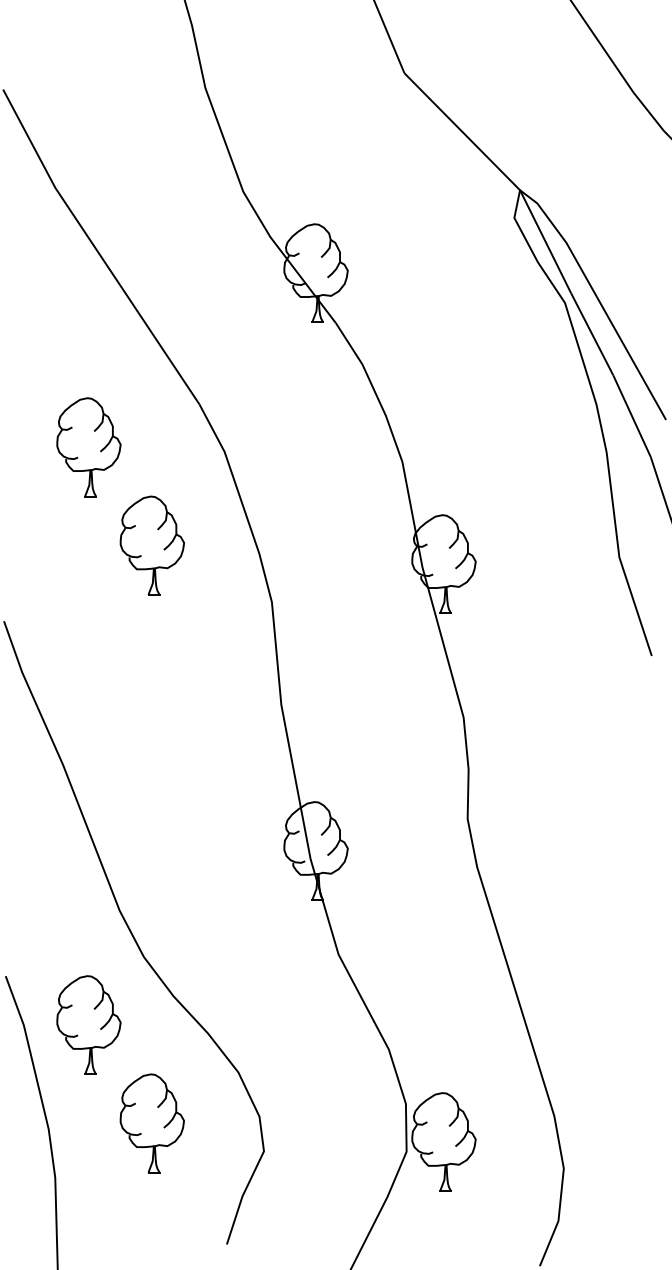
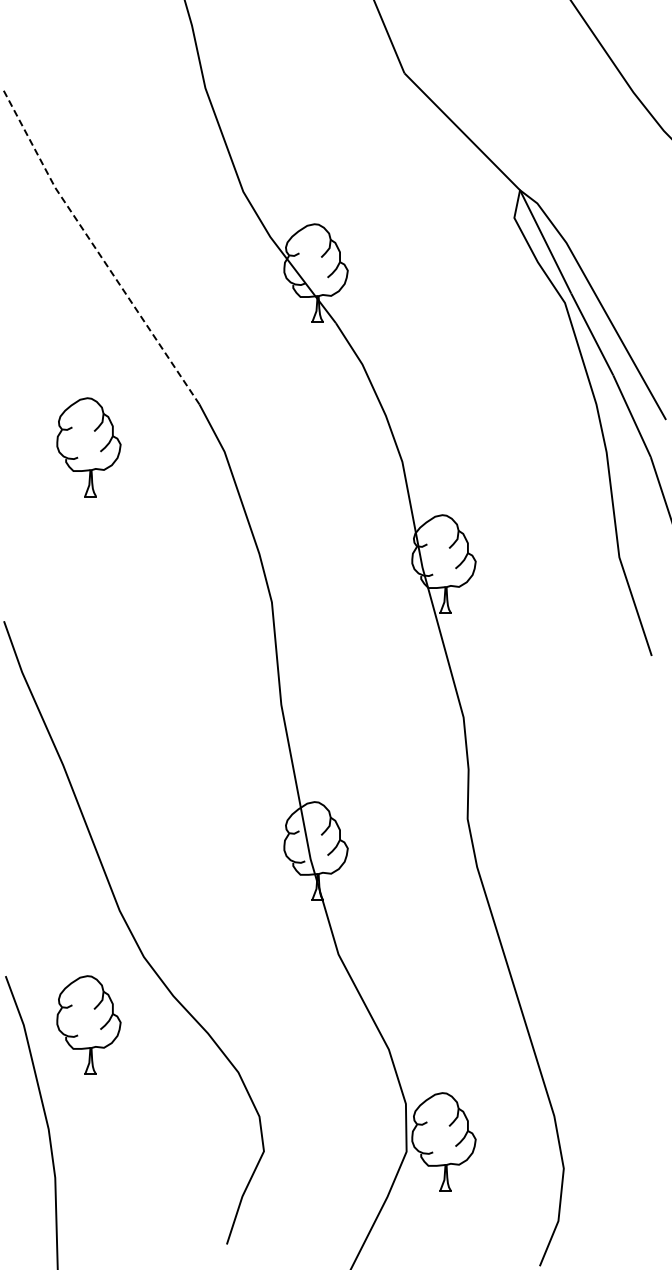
line at (96, 249): solid -> dashed
part at (151, 545): present -> none
part at (151, 1123): present -> none
